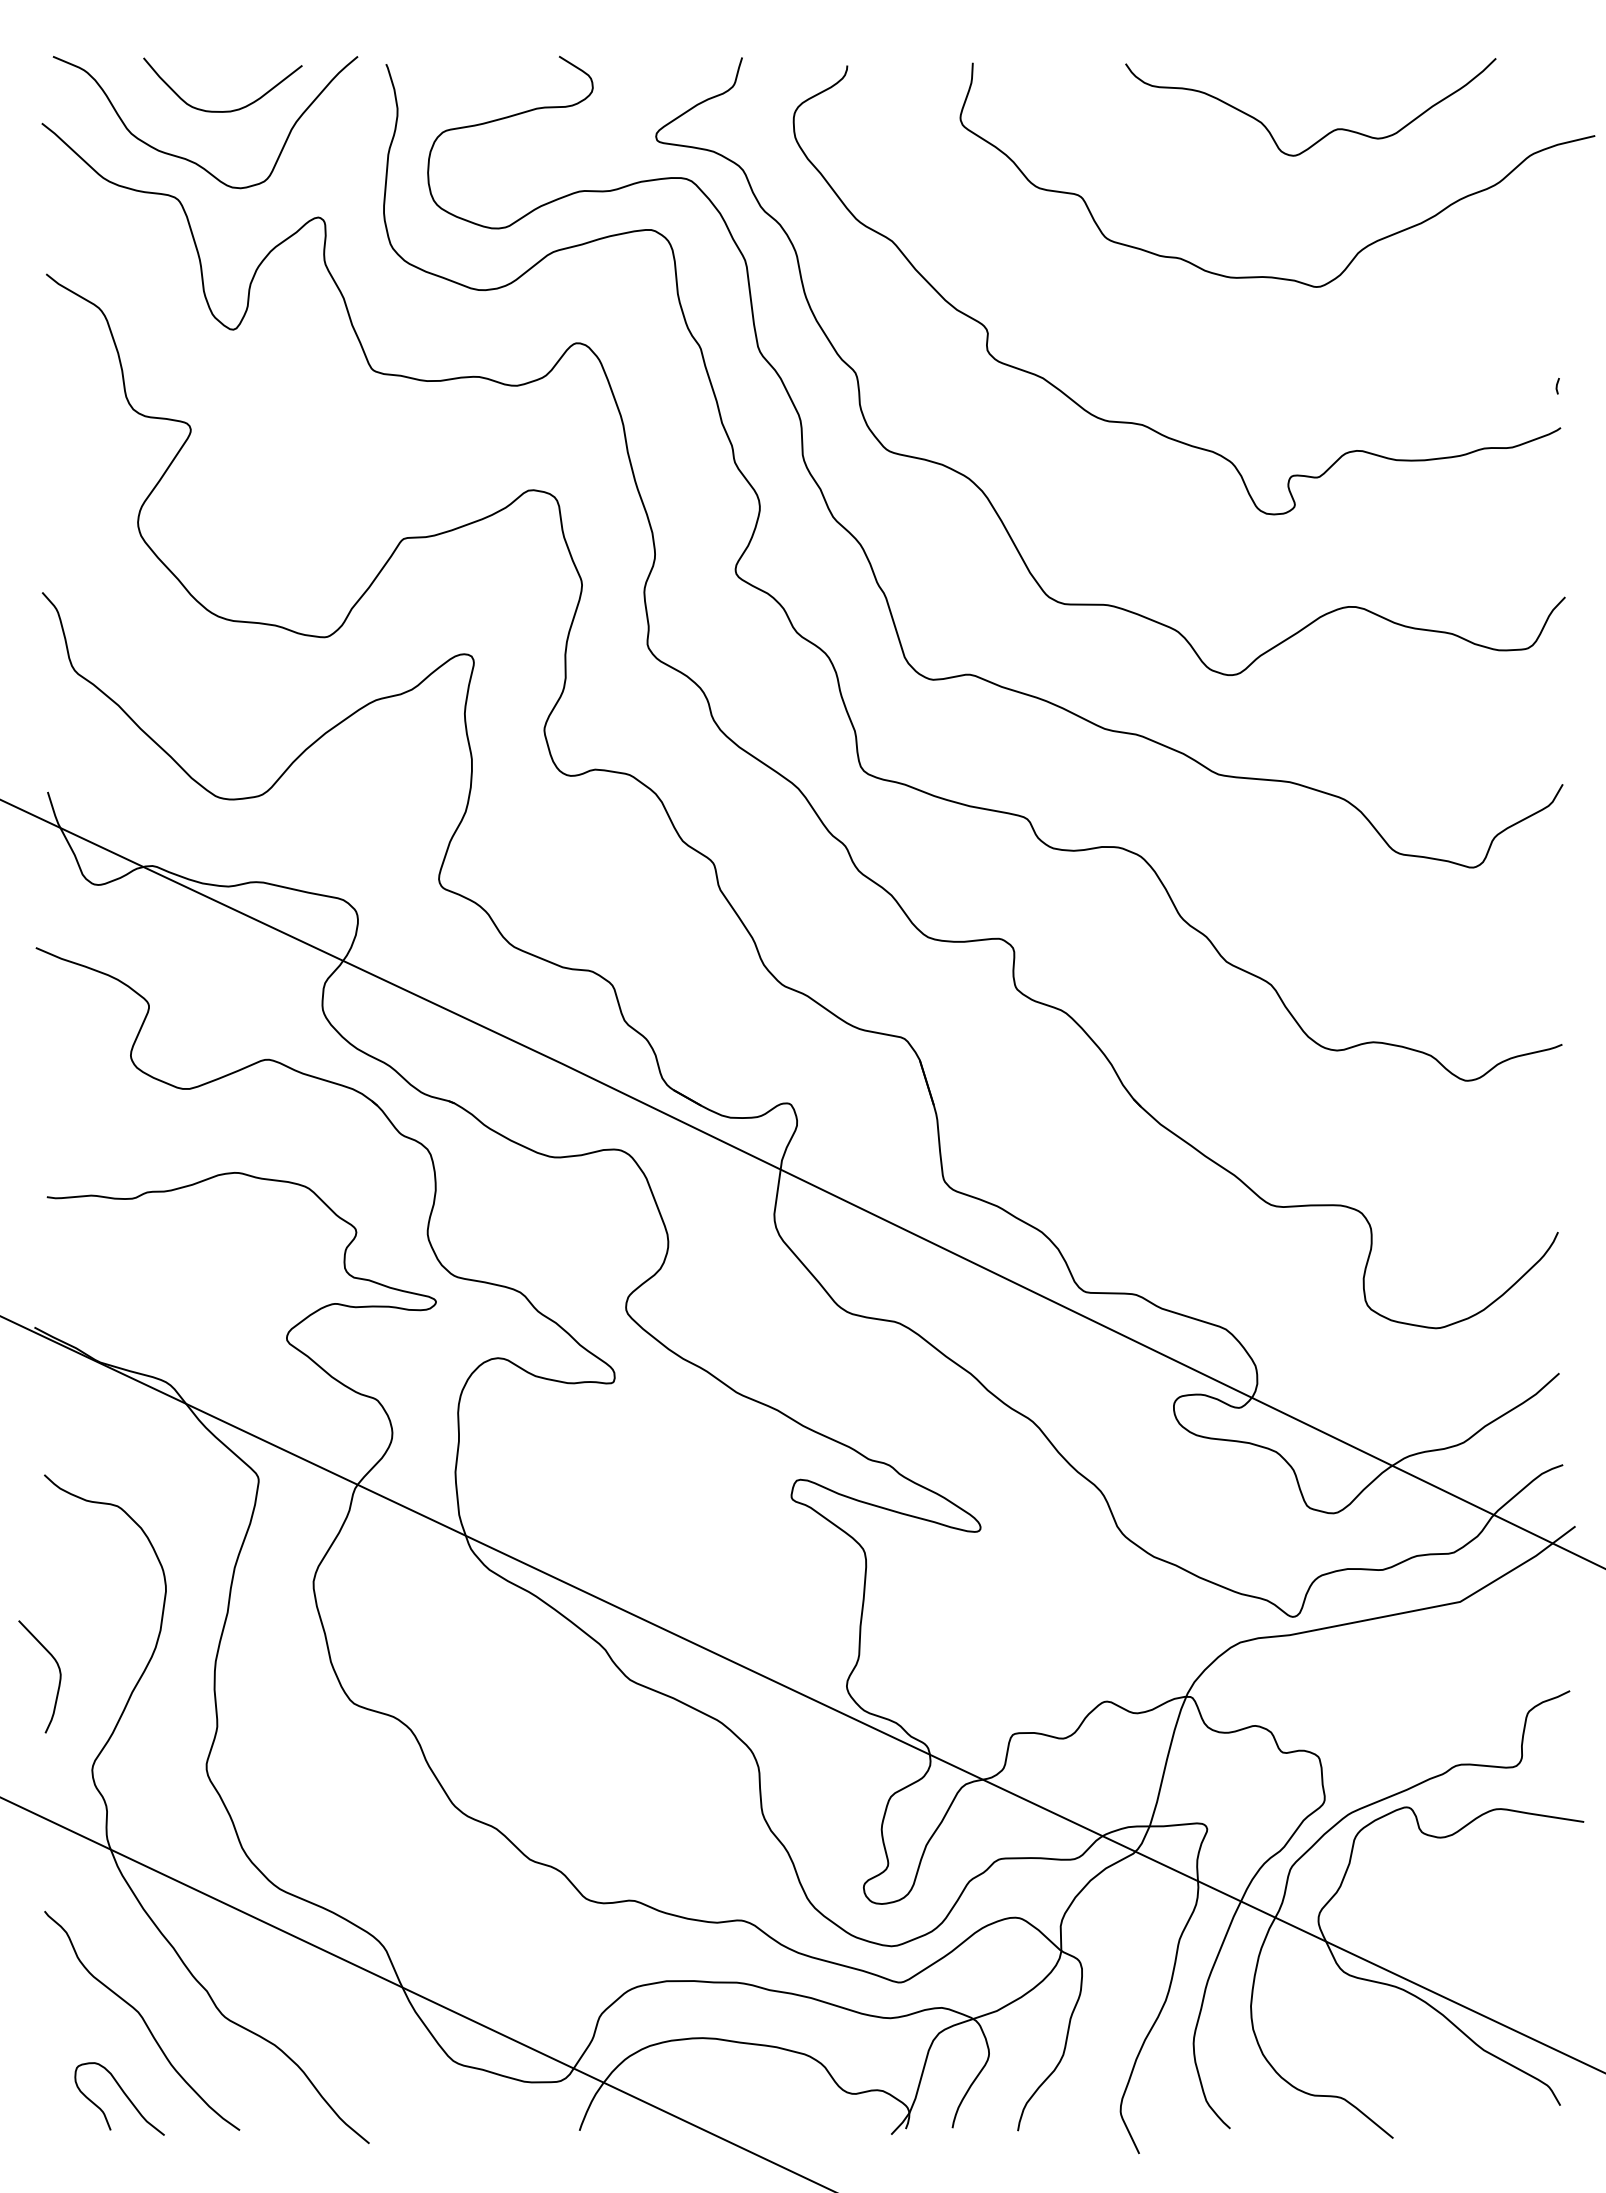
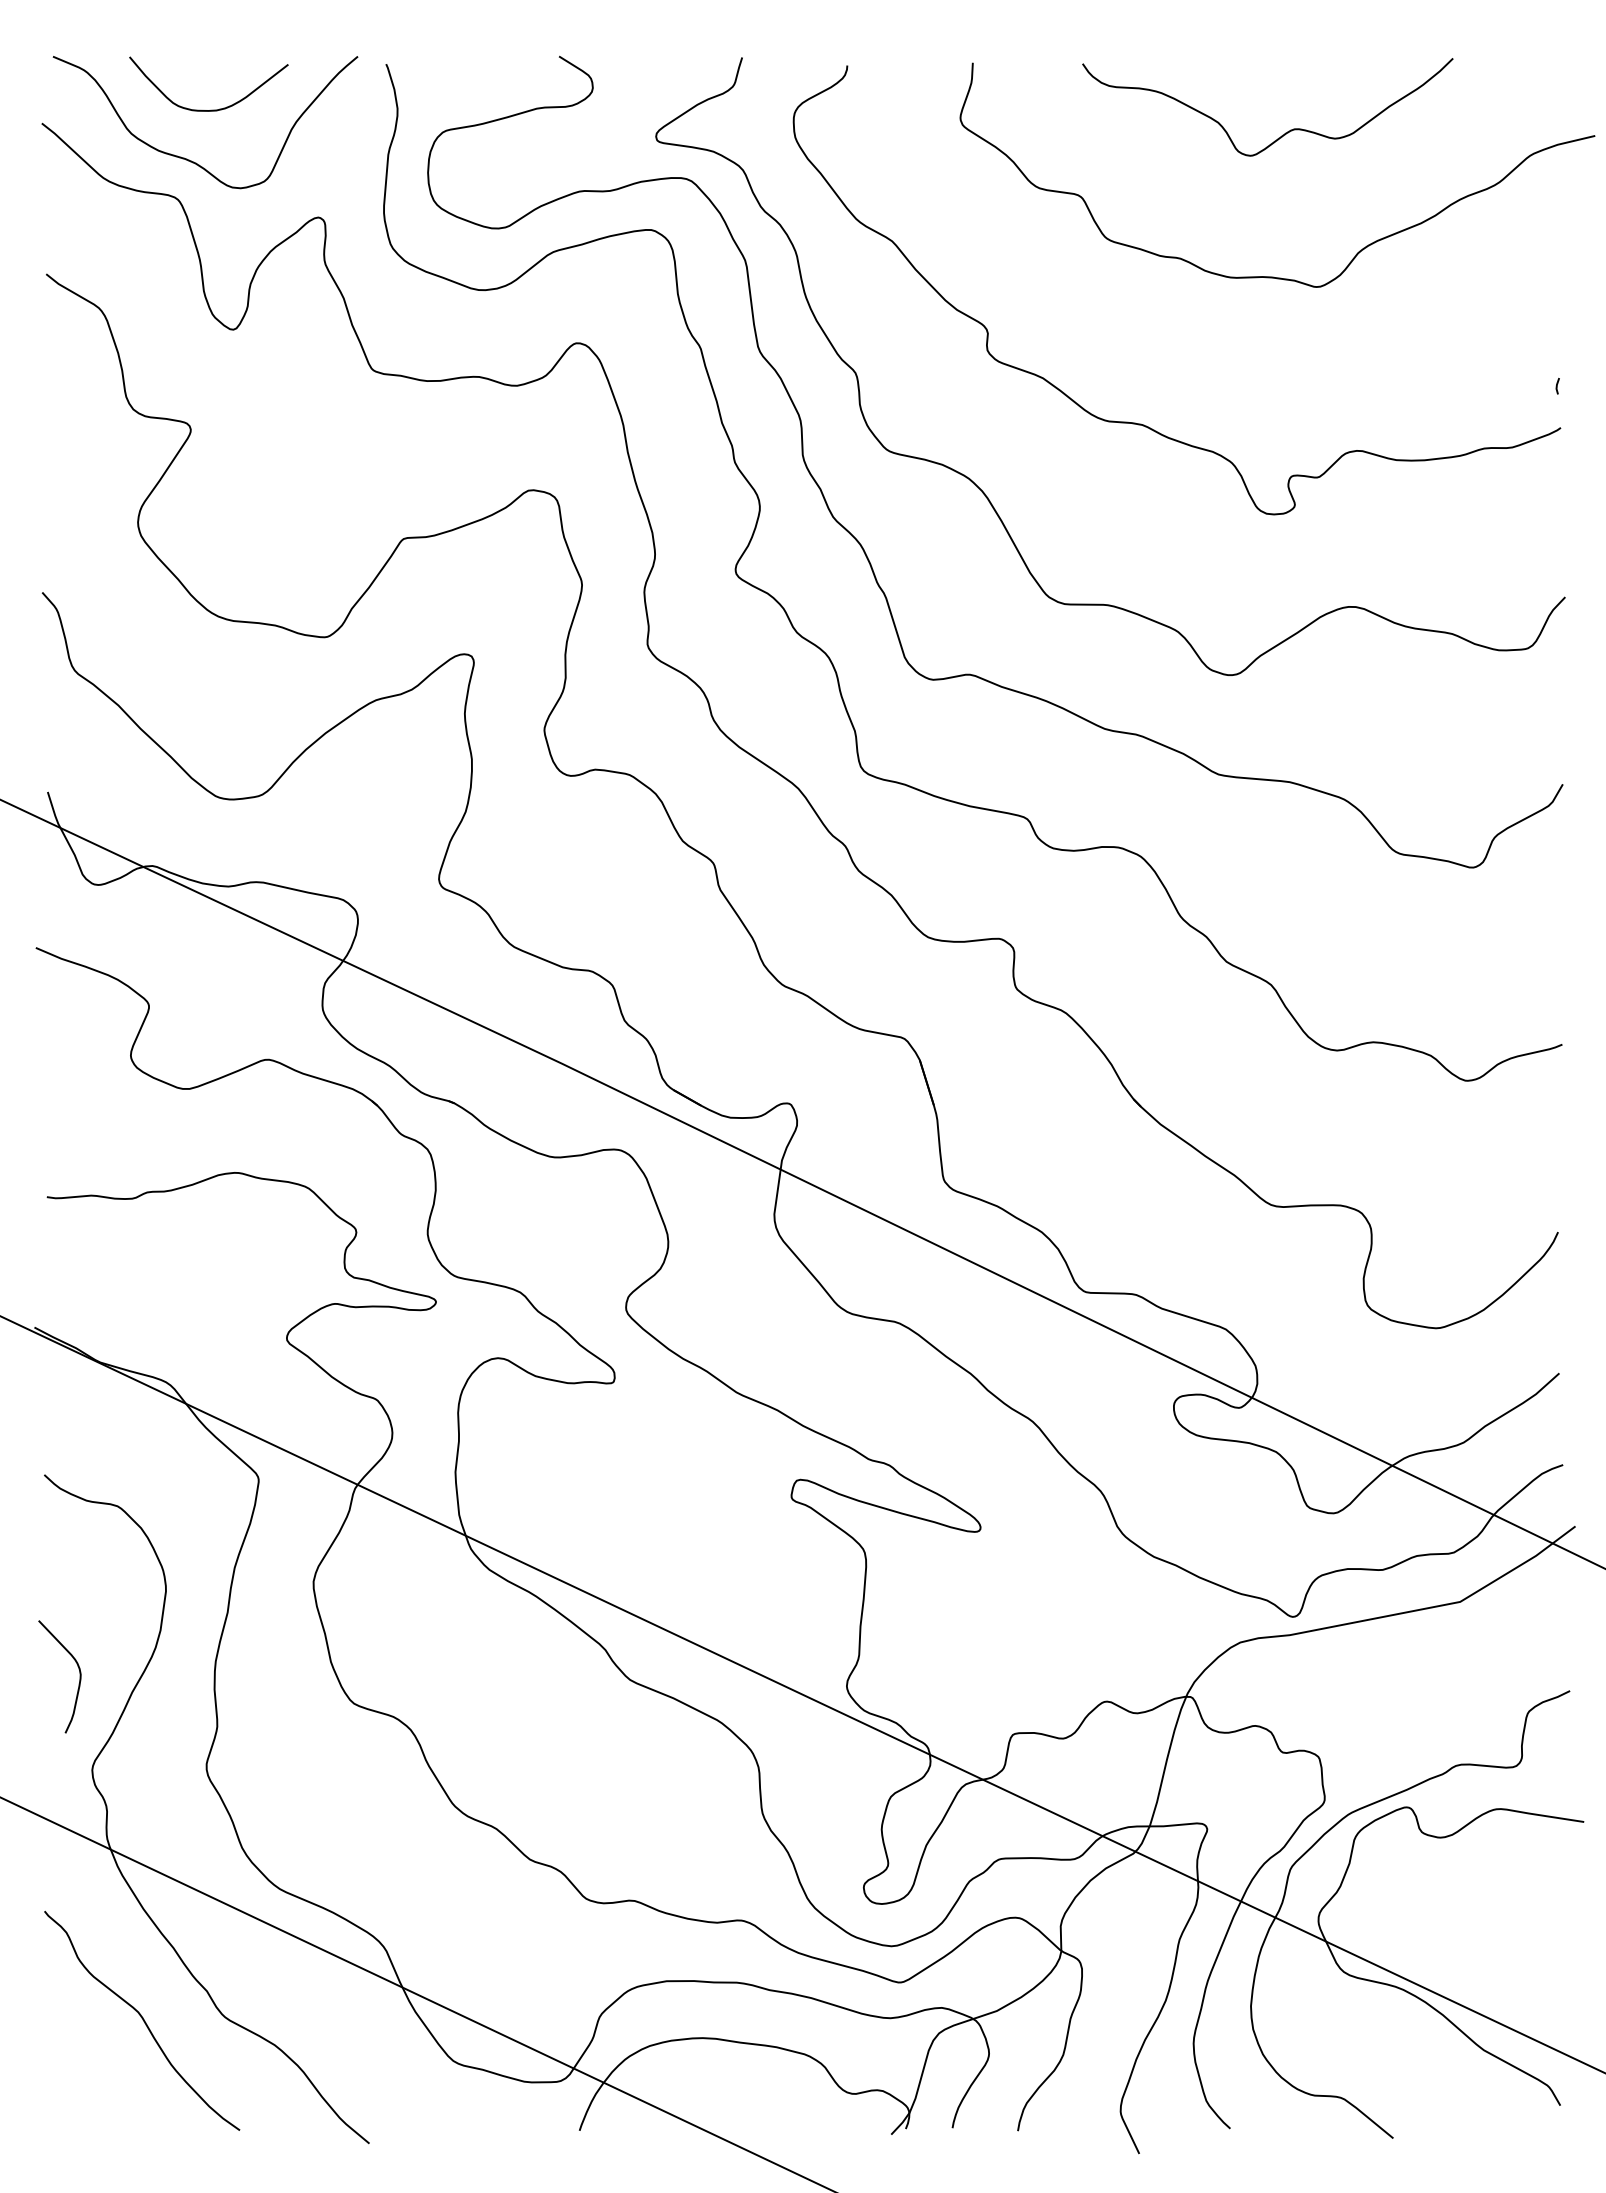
curve at (224, 110) position: (224, 110) -> (210, 109)
curve at (1328, 132) position: (1328, 132) -> (1285, 132)
curve at (59, 1676) position: (59, 1676) -> (79, 1676)
curve at (125, 2096): present -> none
